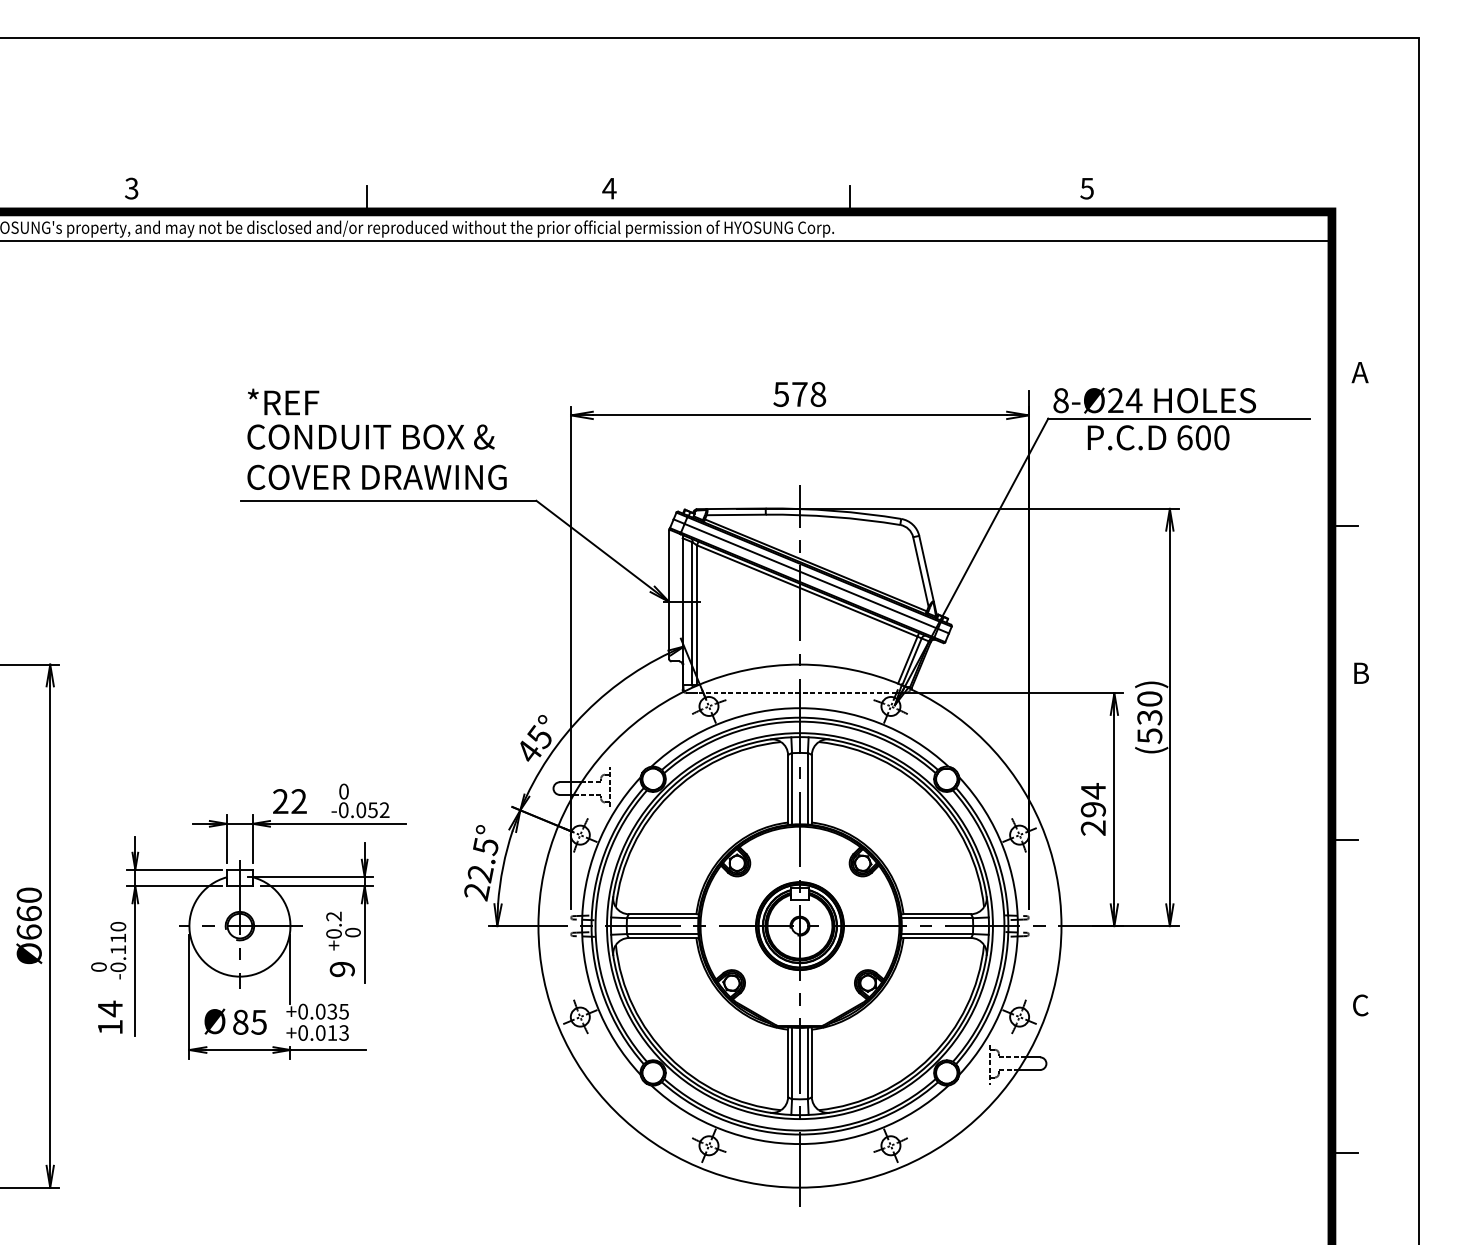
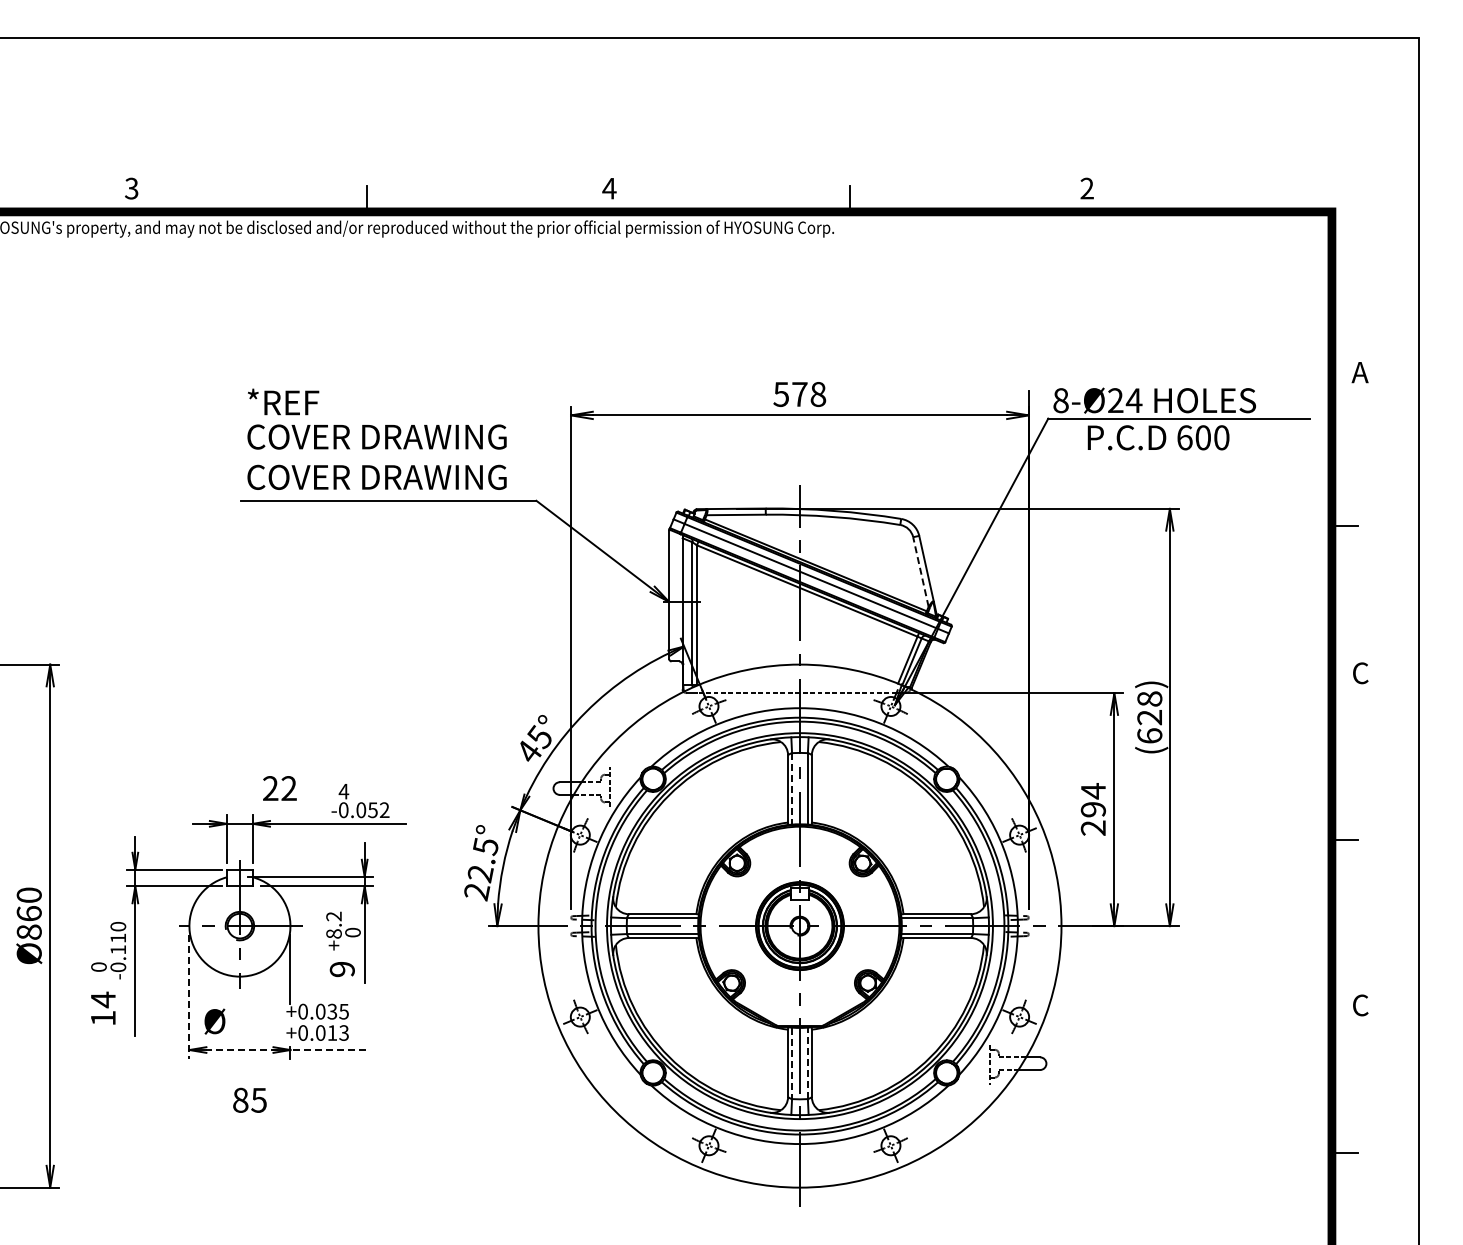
text at (1086, 188): 5 -> 2
line at (666, 240): present -> none
text at (398, 436): CONDUIT BOX & -> COVER DRAWING
line at (920, 572): solid -> dashed
text at (1360, 673): B -> C
text at (1149, 717): (530) -> (628)
line at (792, 788): solid -> dashed
text at (343, 791): 0 -> 4
text at (289, 801) position: (289, 801) -> (279, 788)
text at (28, 931): Ø660 -> Ø860
text at (333, 933): +0.2 -> +8.2
line at (189, 996): solid -> dashed
text at (110, 1016) position: (110, 1016) -> (103, 1007)
text at (249, 1021) position: (249, 1021) -> (249, 1099)
line at (286, 1050): solid -> dashed
line at (792, 1063): solid -> dashed
line at (807, 1063): solid -> dashed
